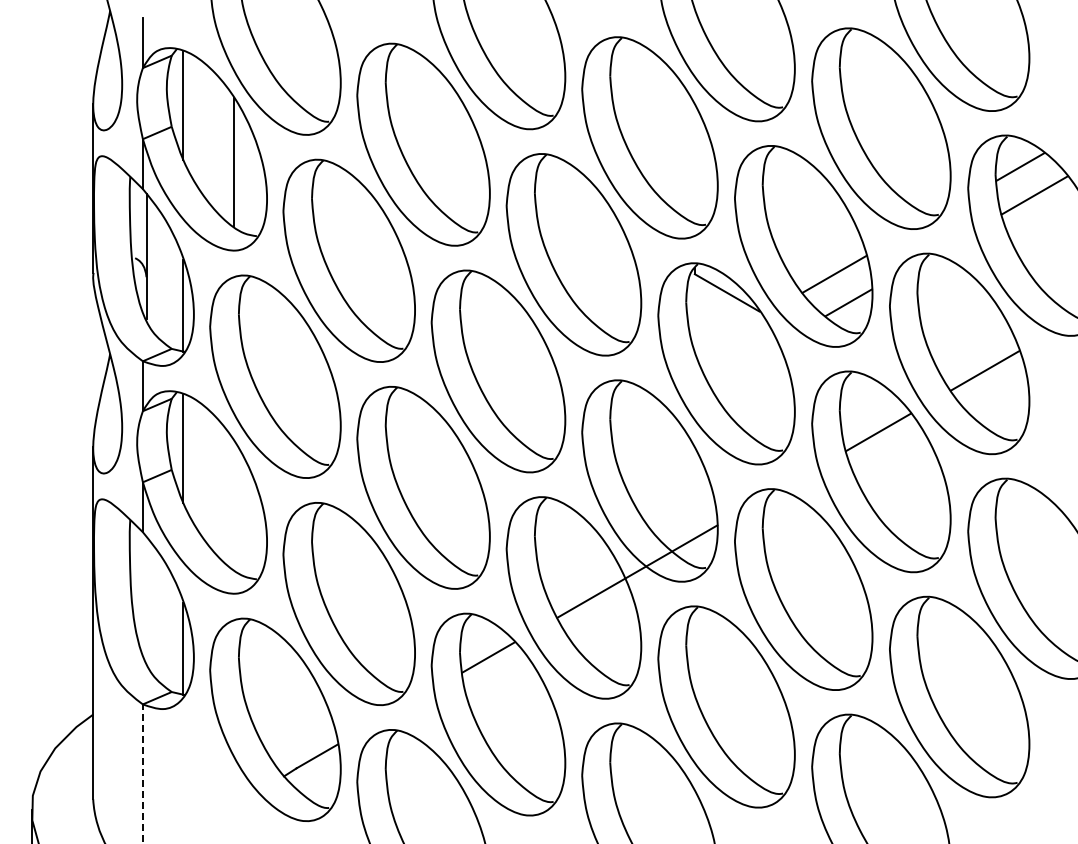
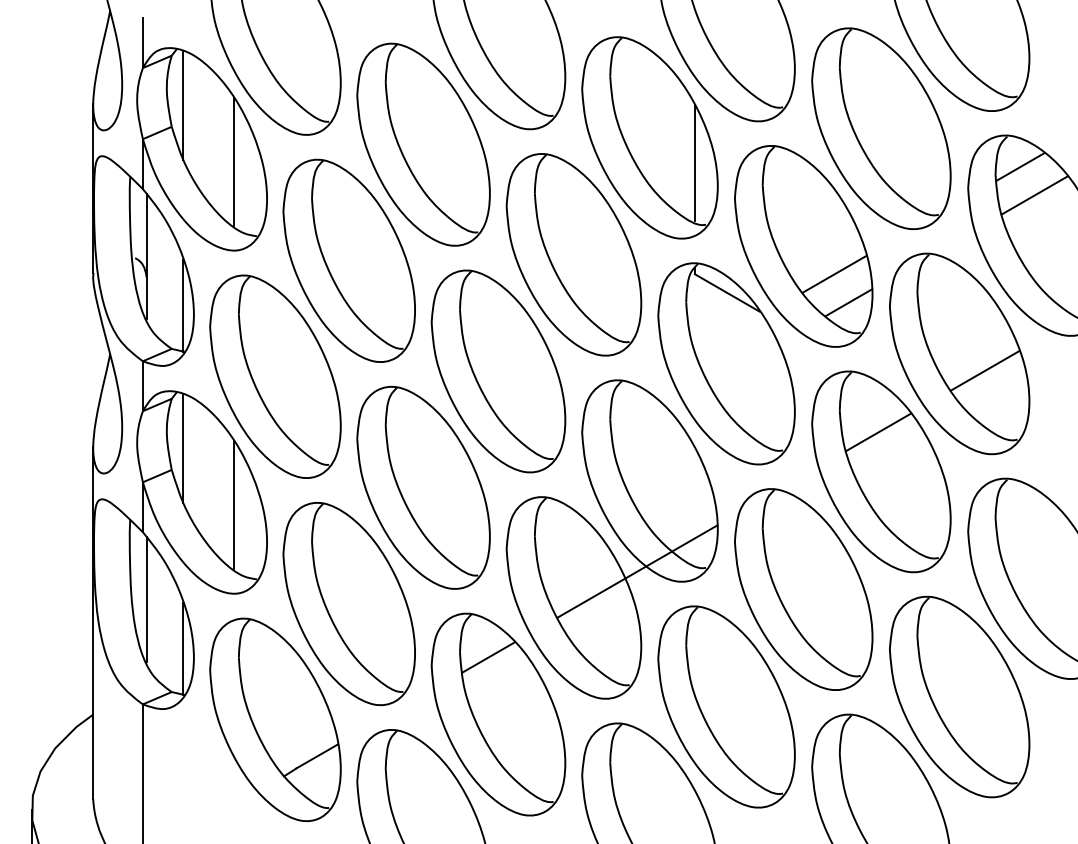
line at (694, 162): none -> present
line at (234, 504): none -> present
line at (146, 599): none -> present
line at (142, 773): dashed -> solid
